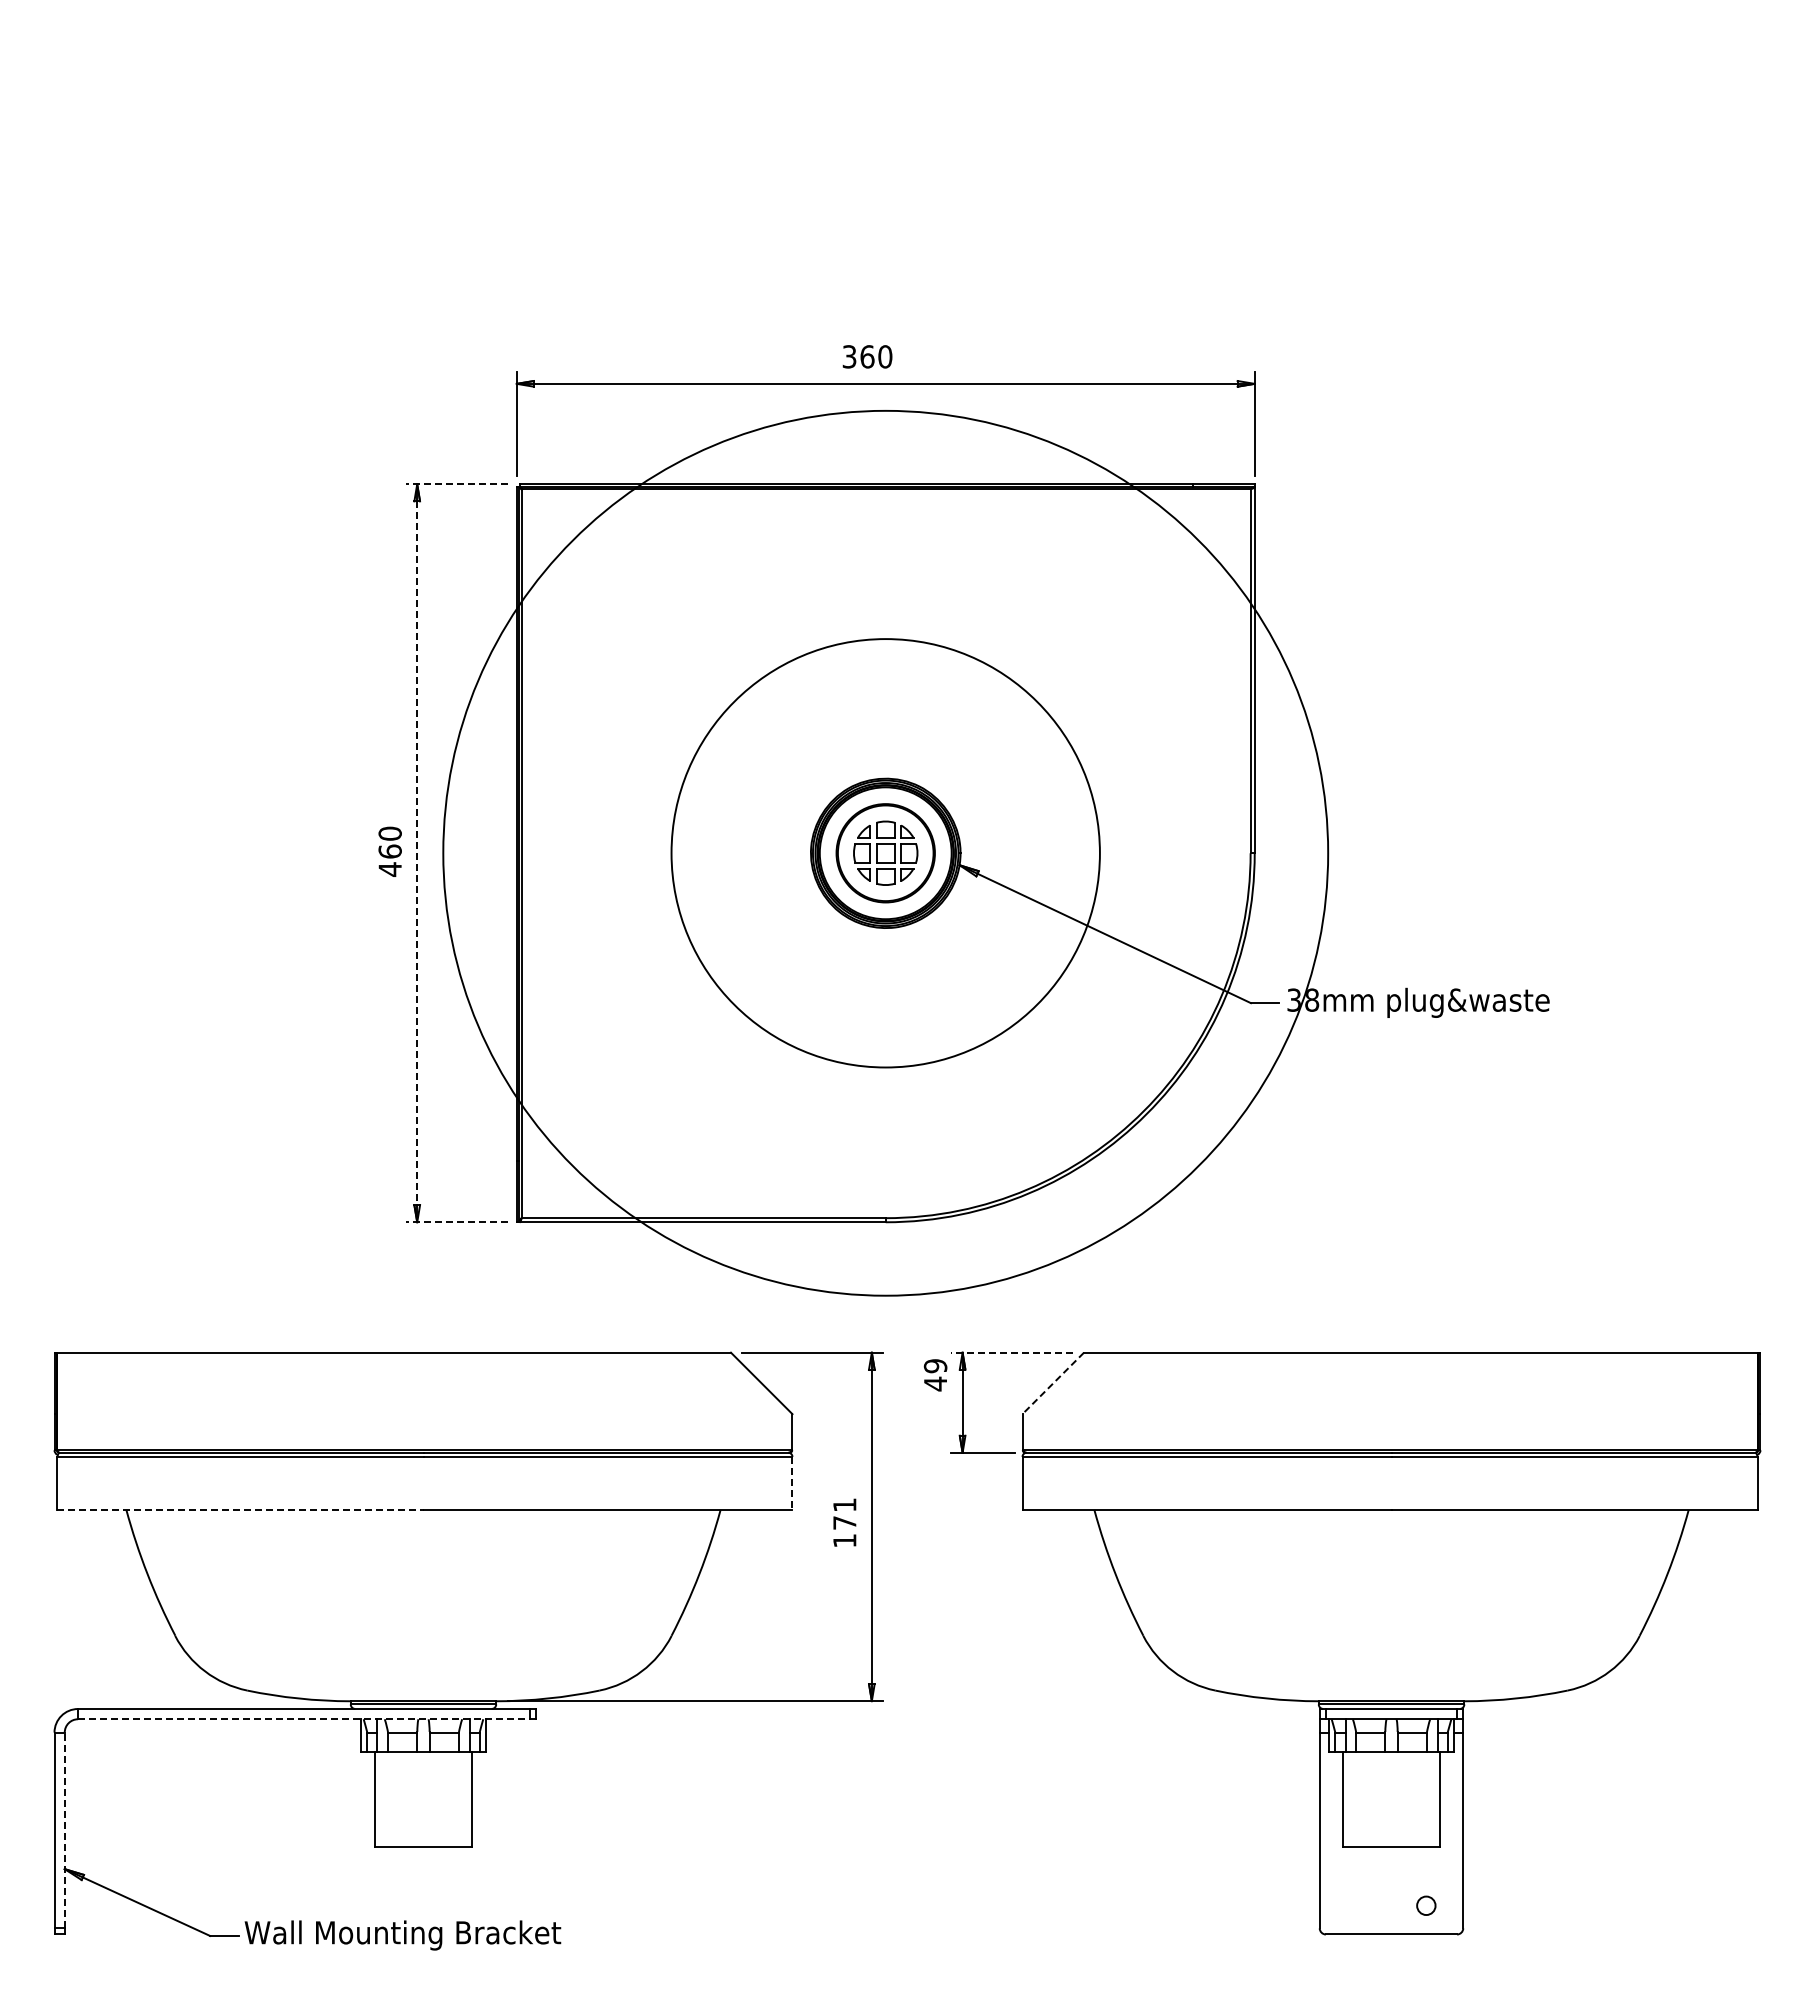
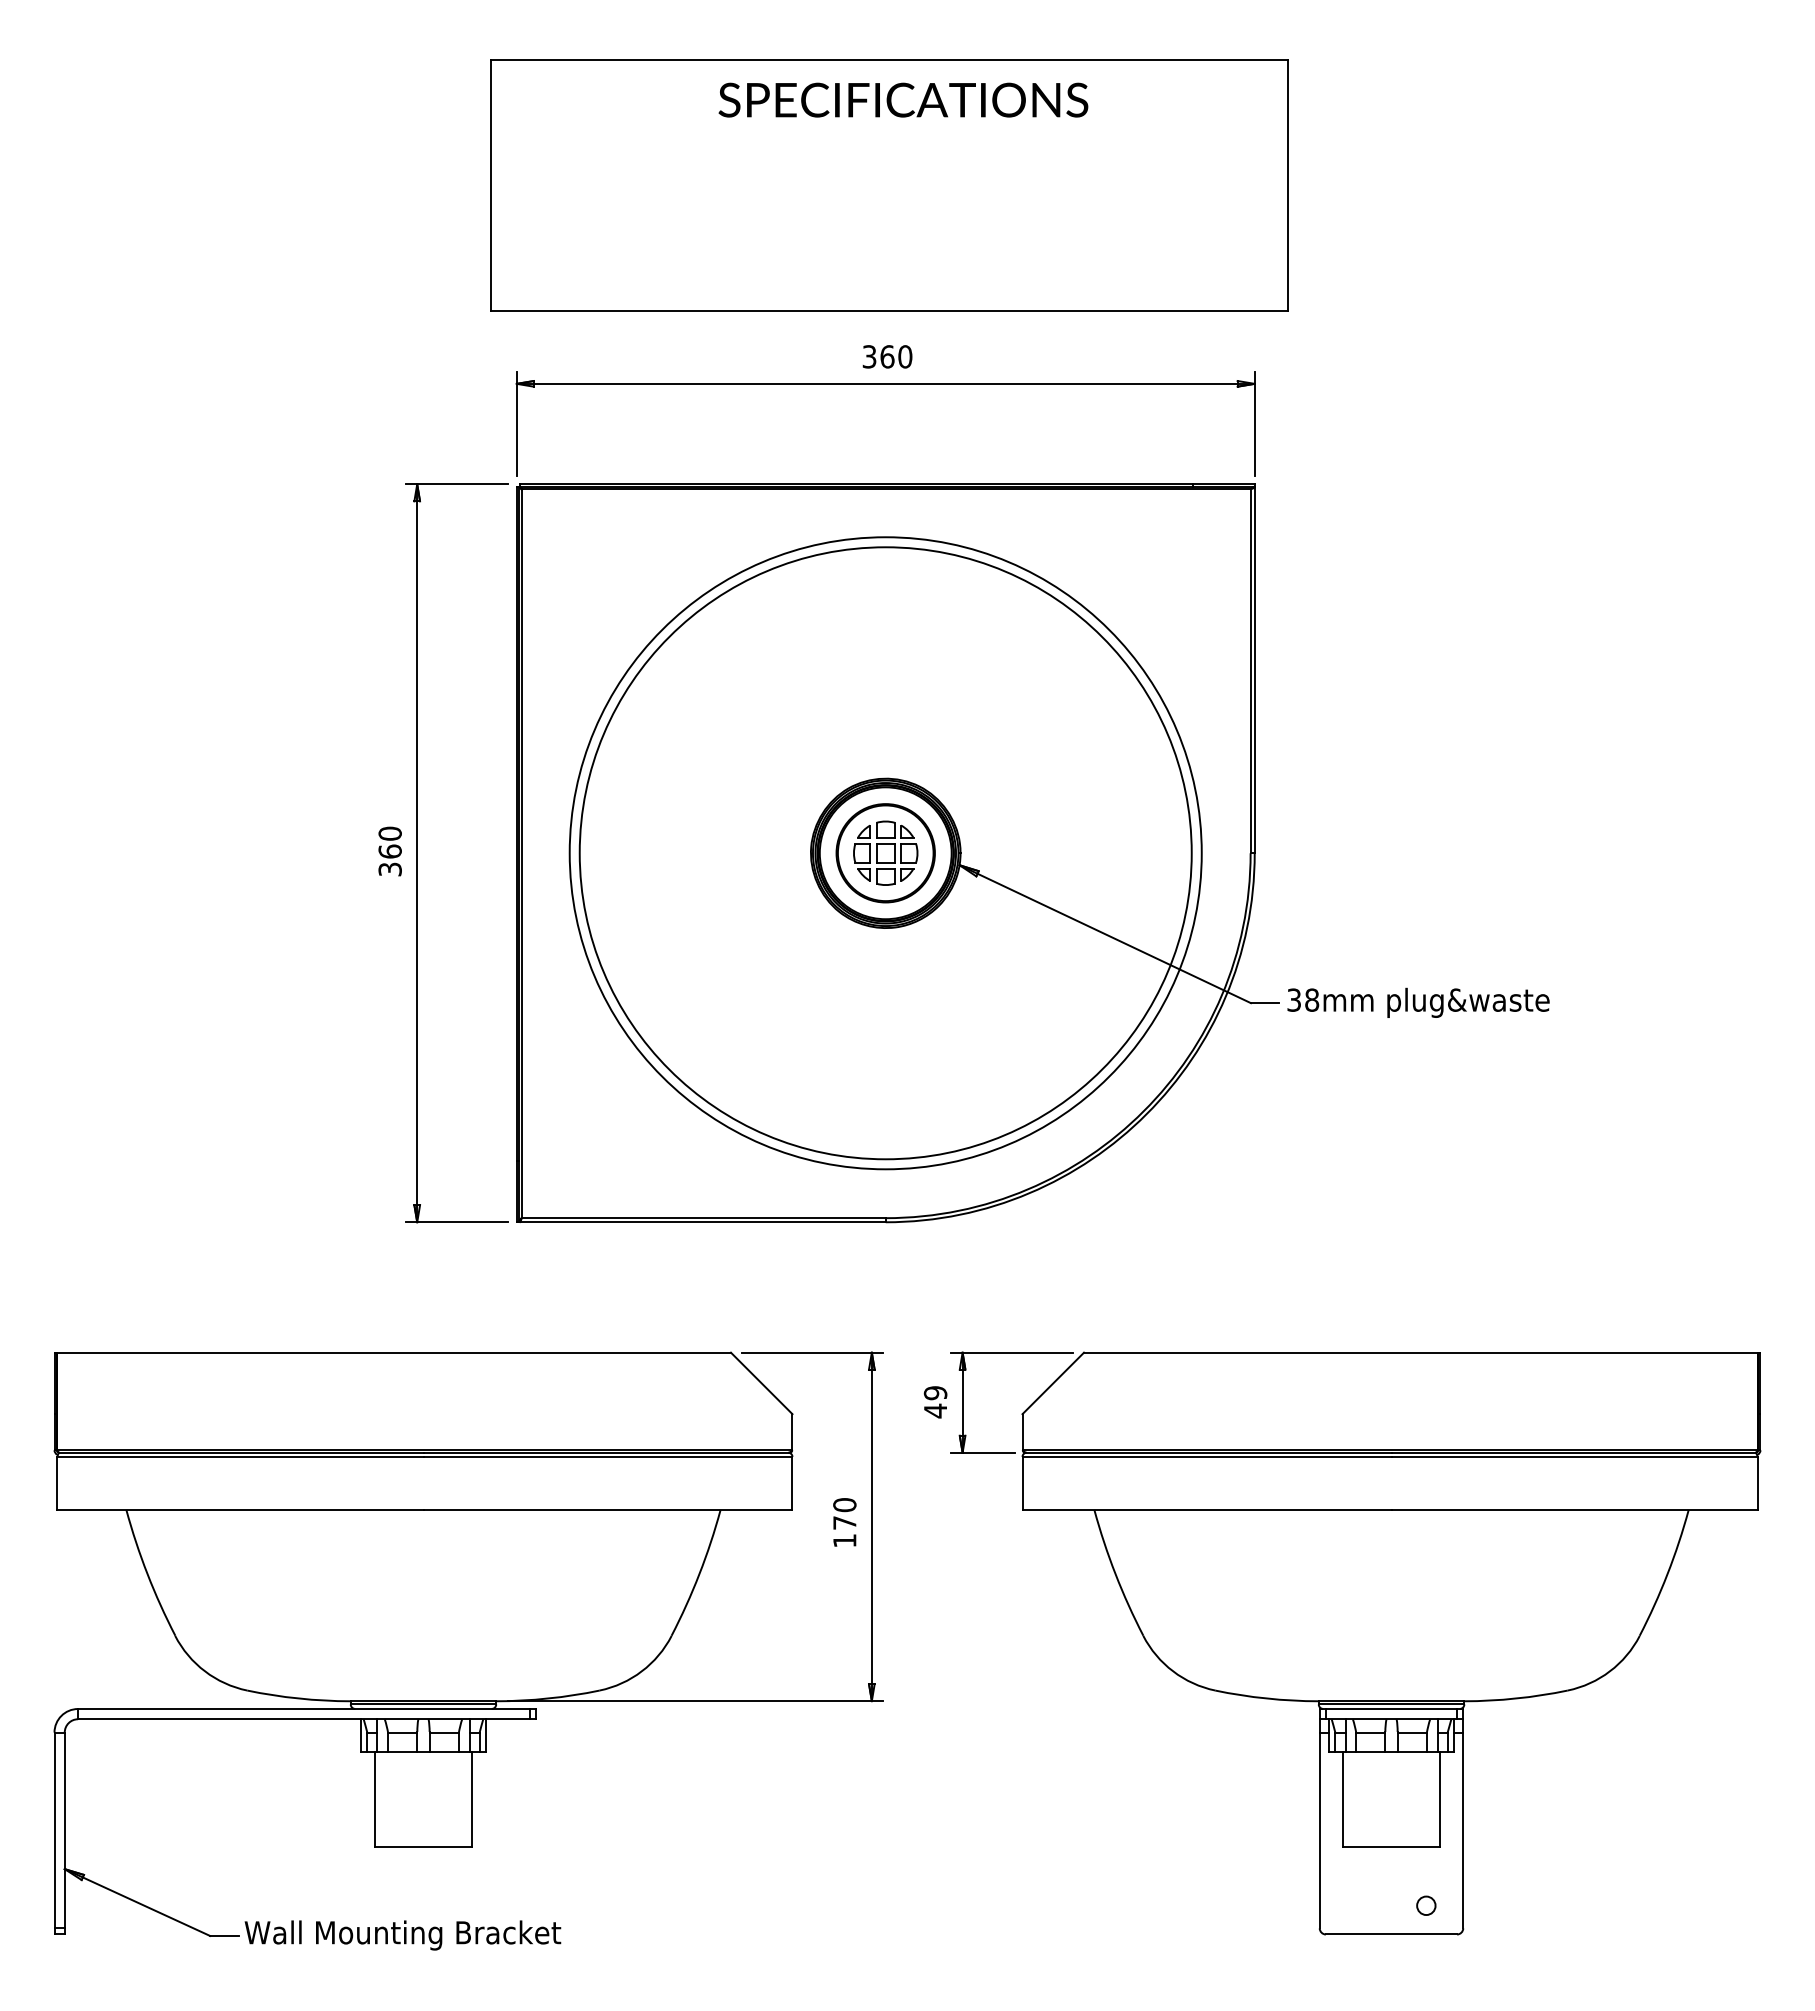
part at (889, 185): none -> present
text at (867, 356) position: (867, 356) -> (887, 356)
line at (456, 484): dashed -> solid
circle at (885, 852) diameter: 885 px -> 632 px
line at (417, 853): dashed -> solid
circle at (885, 853) diameter: 428 px -> 612 px
text at (389, 869): 460 -> 360
line at (456, 1222): dashed -> solid
line at (1011, 1352): dashed -> solid
text at (935, 1375) position: (935, 1375) -> (935, 1402)
line at (1052, 1383): dashed -> solid
line at (792, 1483): dashed -> solid
text at (844, 1505): 171 -> 170
line at (240, 1510): dashed -> solid
line at (304, 1719): dashed -> solid
line at (64, 1830): dashed -> solid
